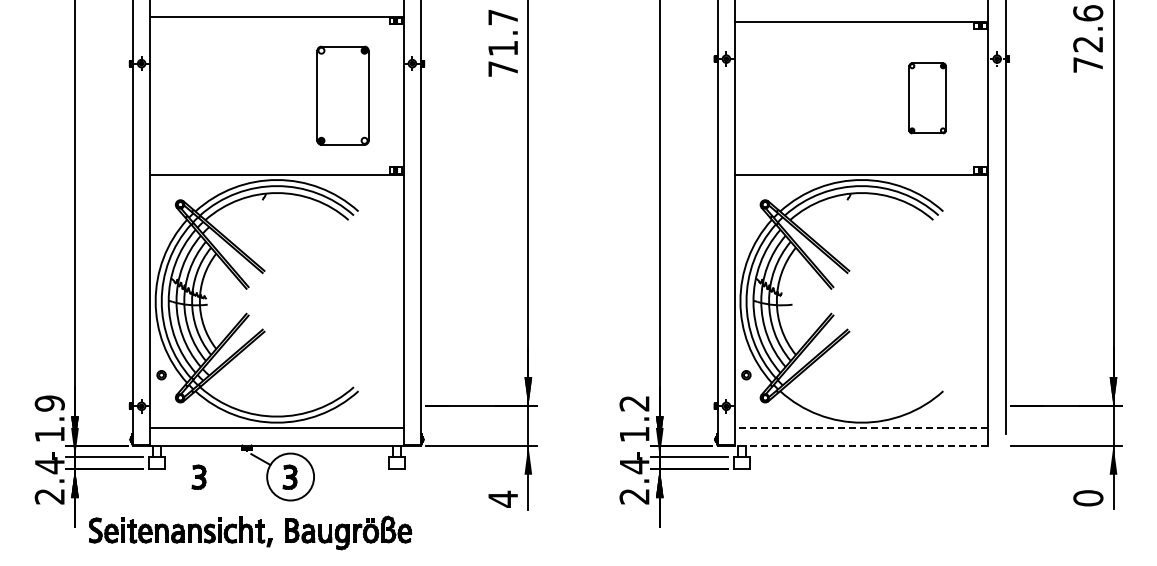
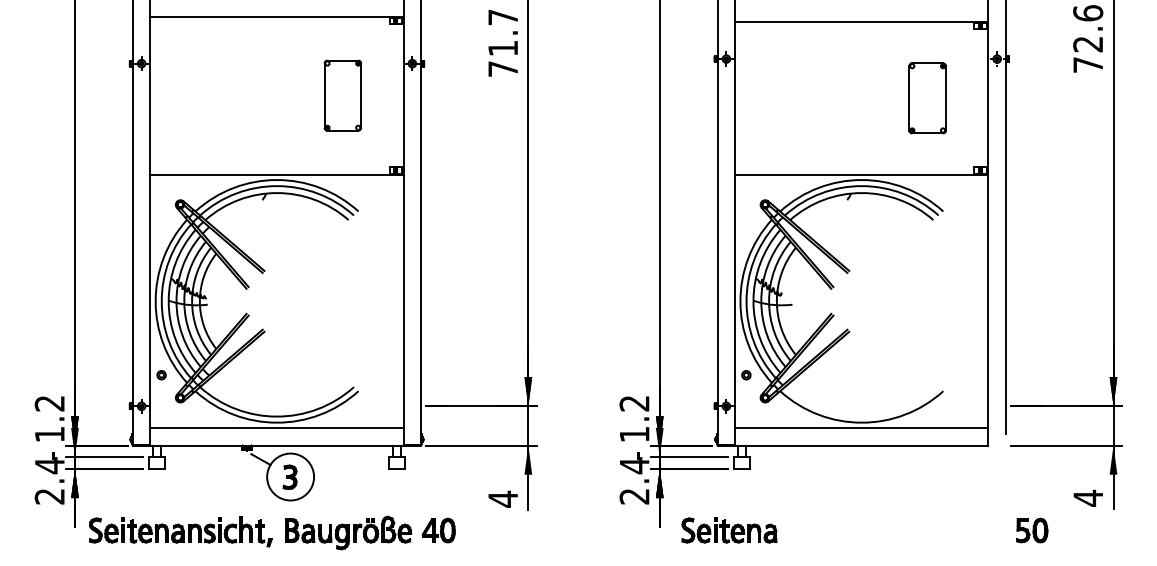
part at (342, 95) size: 54x101 px -> 39x73 px
text at (49, 403): 1.9 -> 1.2
line at (861, 427): dashed -> solid
line at (861, 445): dashed -> solid
part at (198, 476): present -> none
text at (1088, 497): 0 -> 4
part at (438, 530): none -> present
part at (729, 530): none -> present
part at (1032, 530): none -> present
